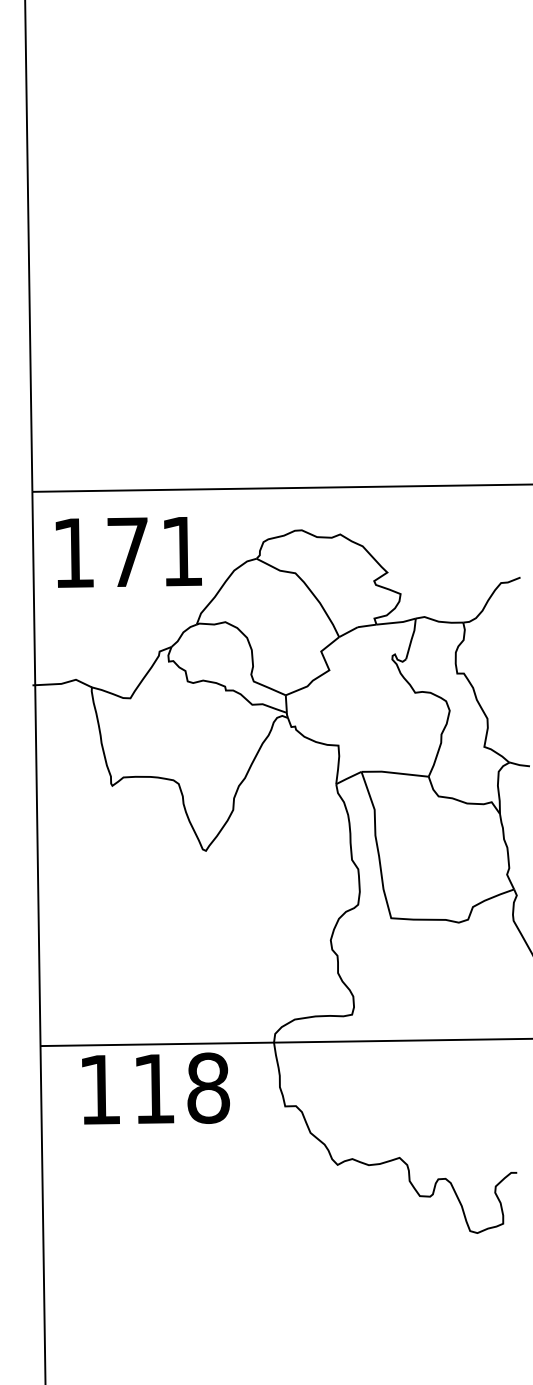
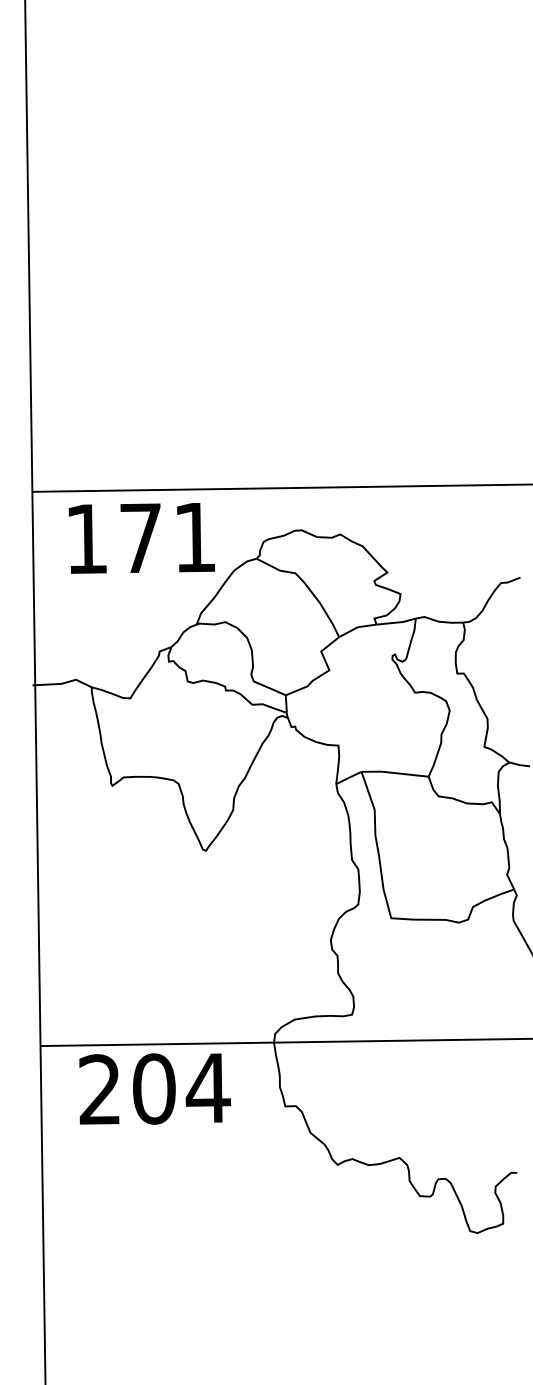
text at (128, 552) position: (128, 552) -> (141, 538)
text at (155, 1088): 118 -> 204
